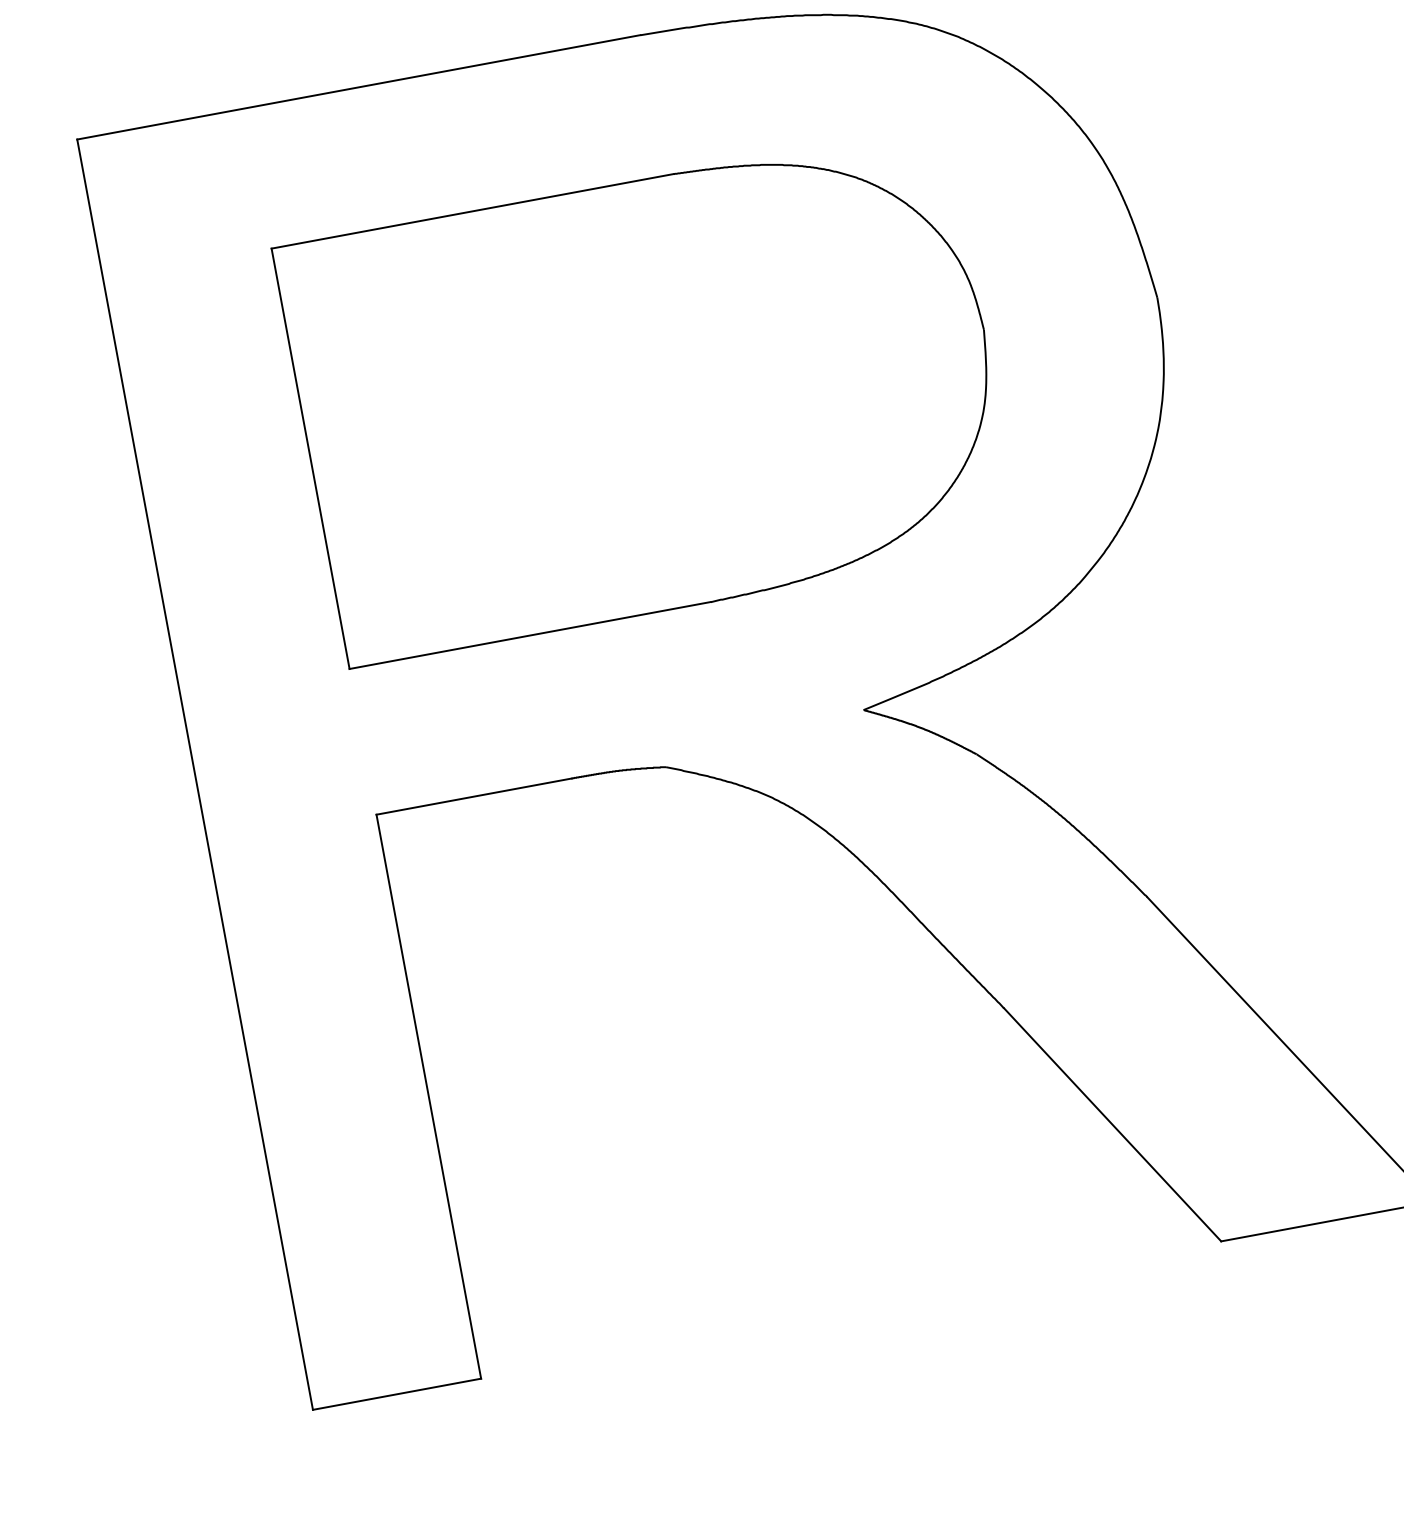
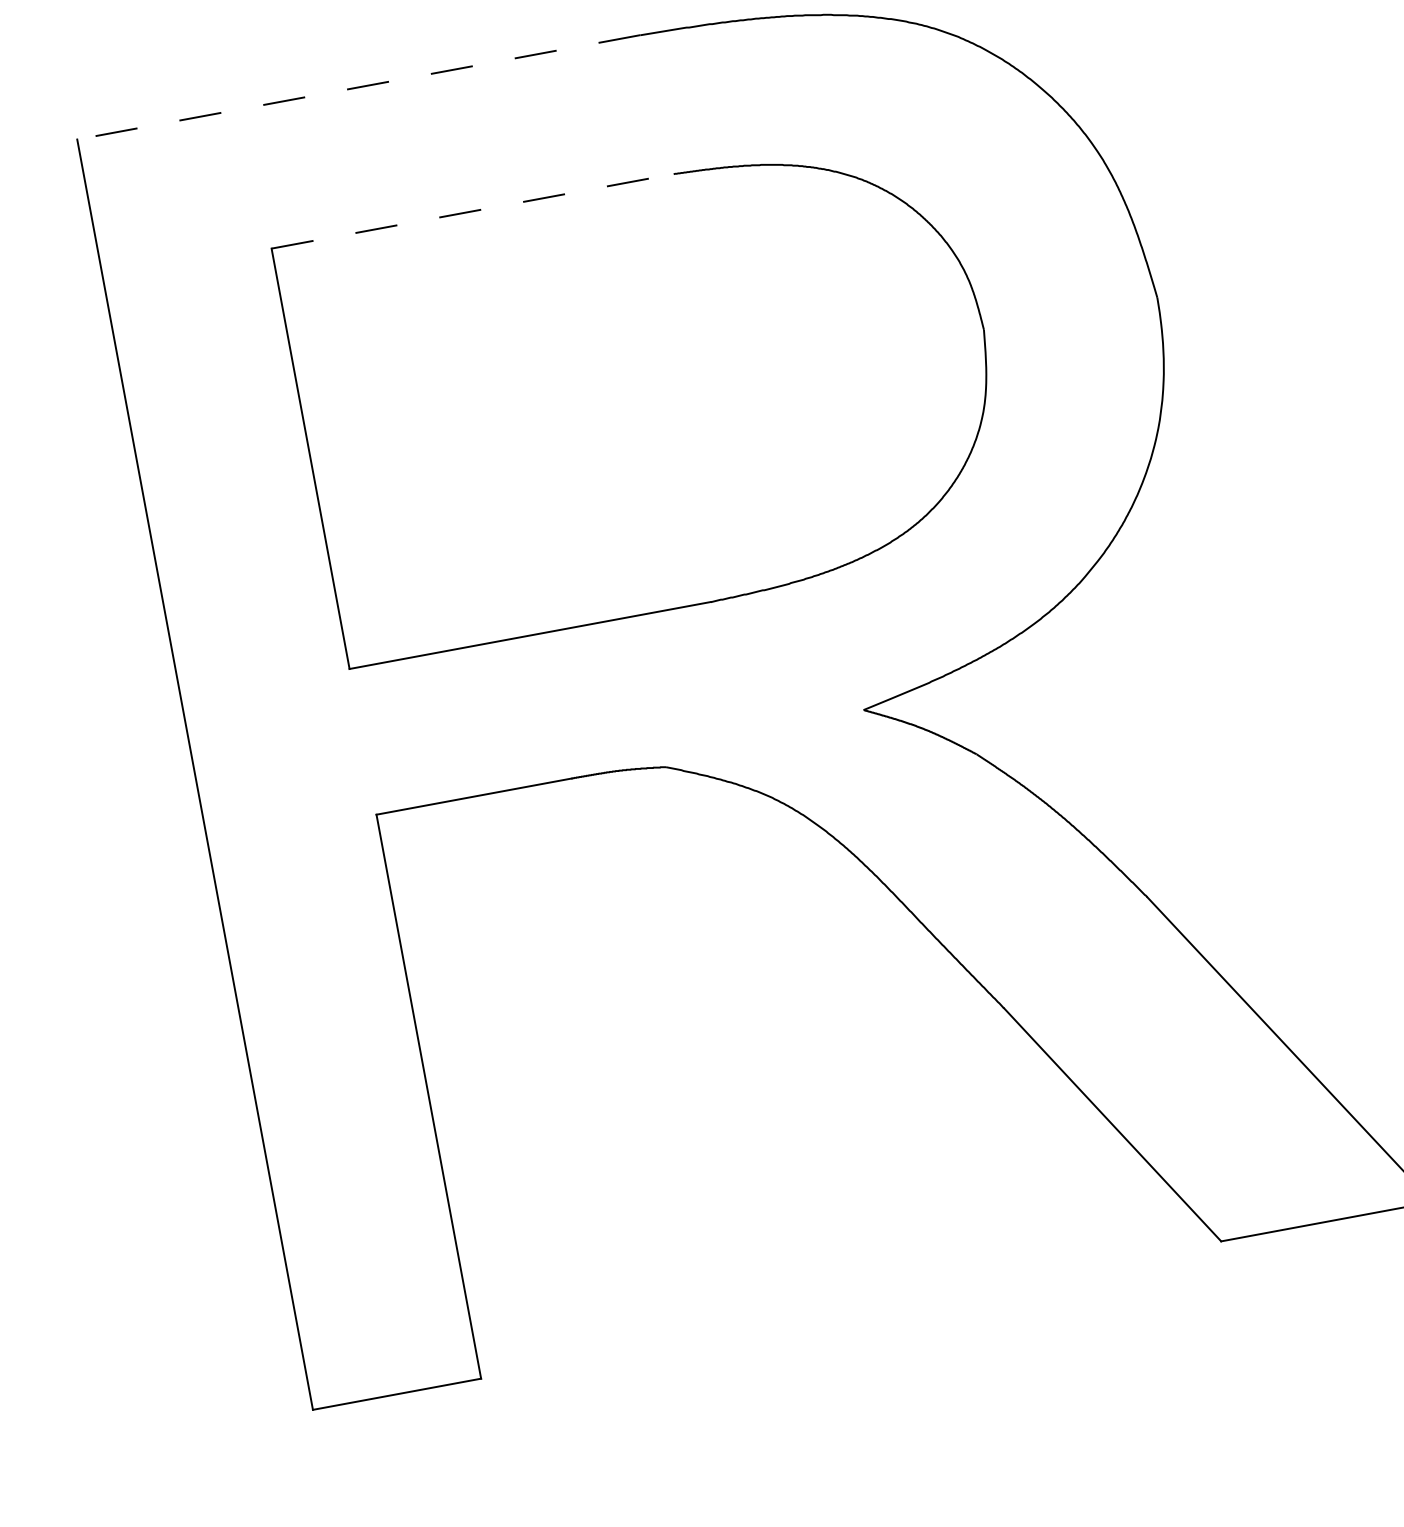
line at (358, 87): solid -> dashed
line at (473, 211): solid -> dashed
